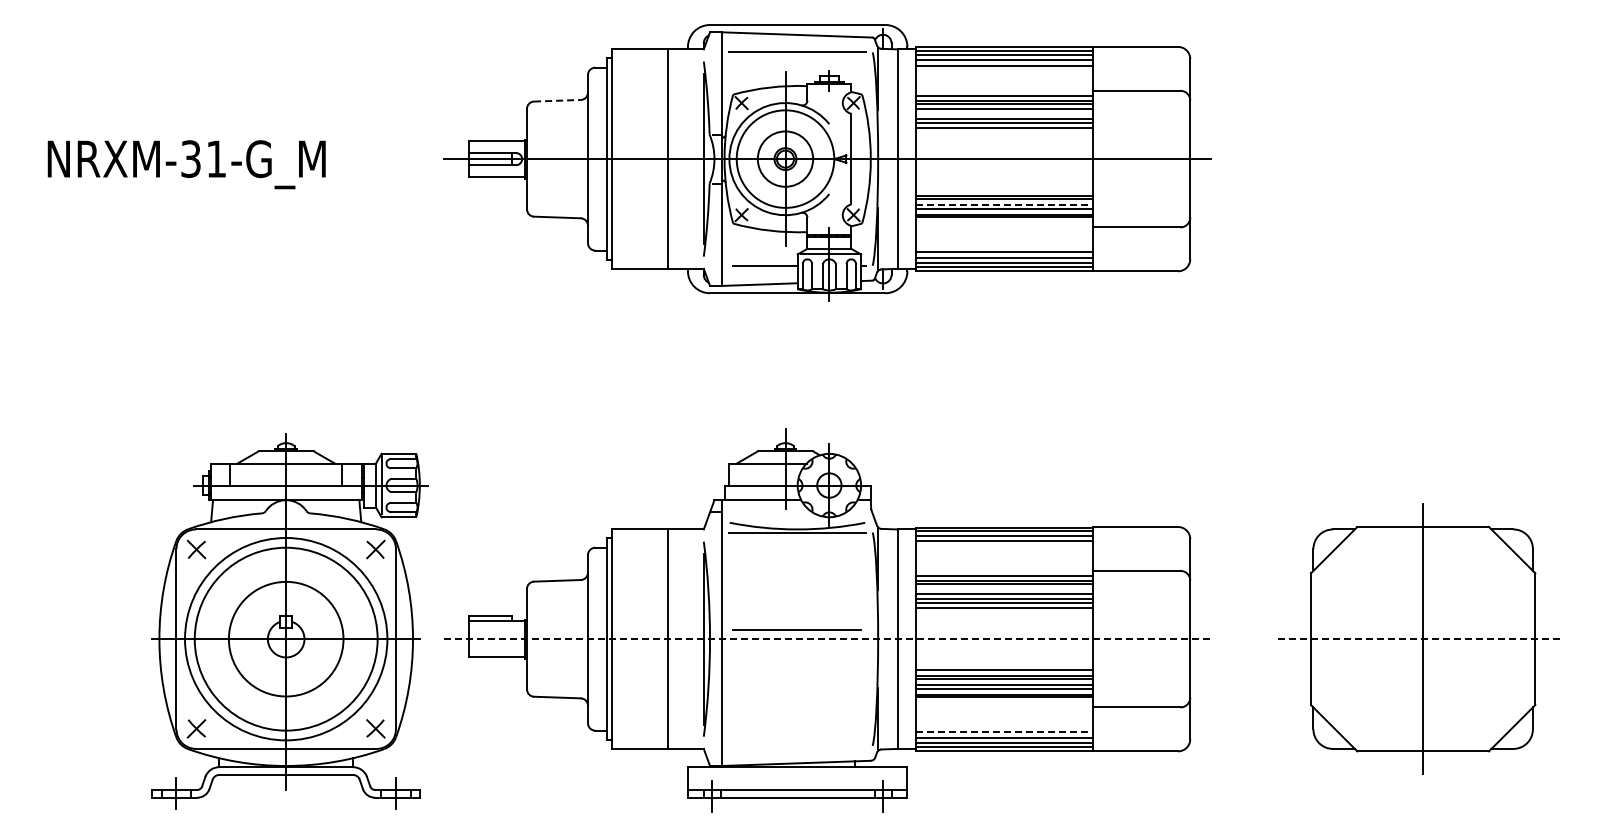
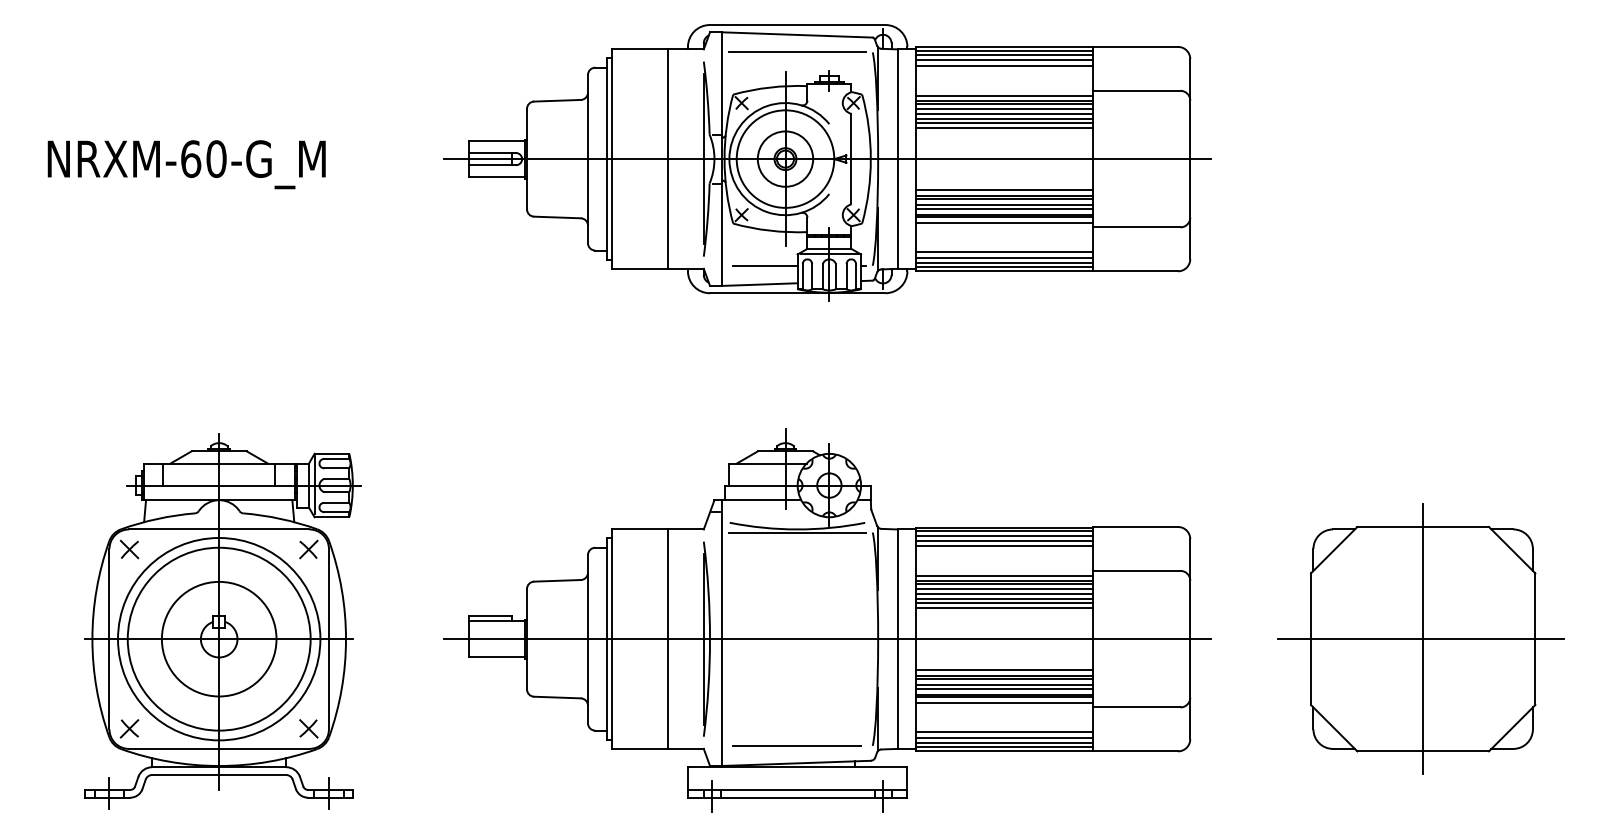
line at (558, 100): dashed -> solid
line at (1003, 113): none -> present
text at (203, 159): NRXM-31-G_M -> NRXM-60-G_M
line at (1003, 190): none -> present
line at (1004, 204): dashed -> solid
line at (1003, 222): none -> present
line at (1003, 546): none -> present
line at (1003, 589): none -> present
part at (289, 621) position: (289, 621) -> (222, 621)
line at (796, 629) position: (796, 629) -> (796, 745)
line at (827, 639): dashed -> solid
line at (1420, 639): dashed -> solid
line at (1003, 702): none -> present
line at (1004, 732): dashed -> solid
